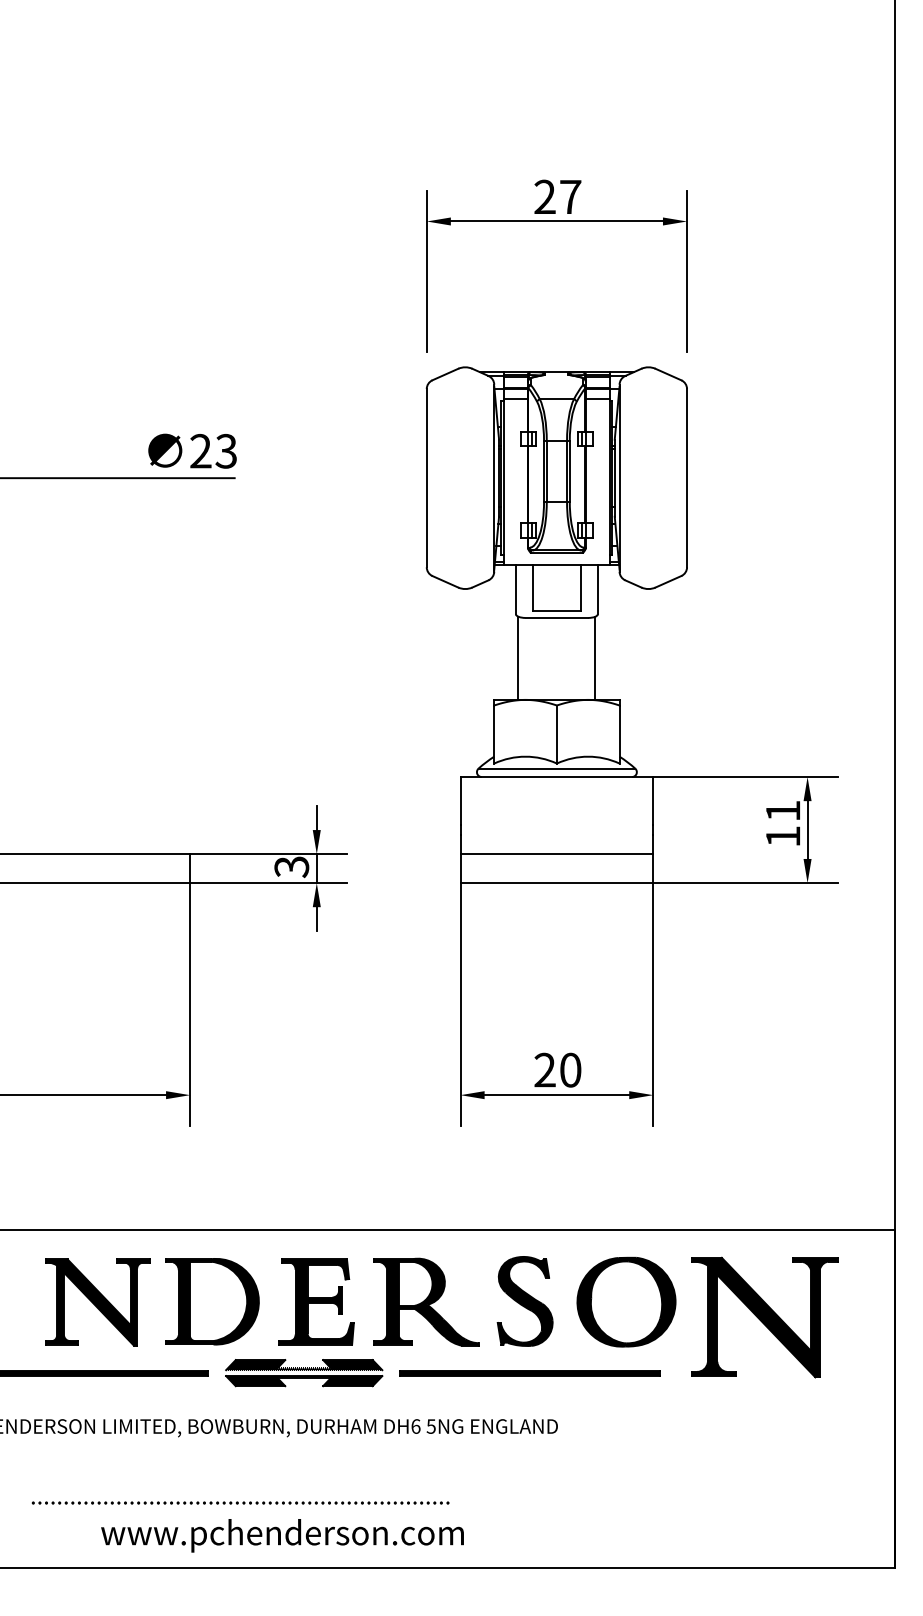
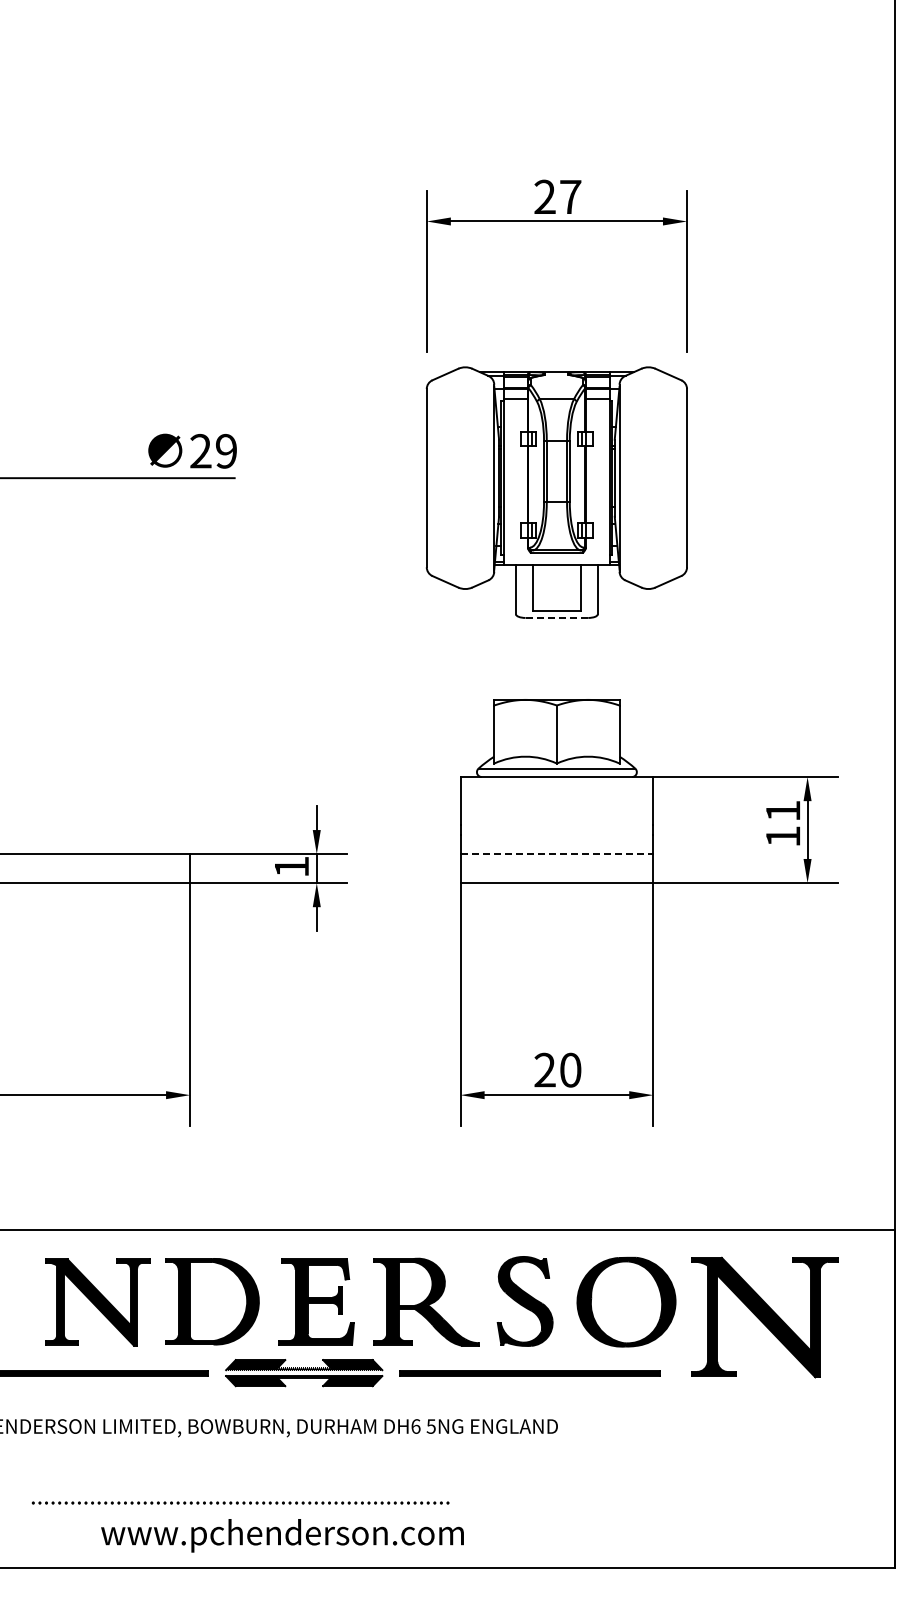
text at (225, 451): 23 -> 29
line at (556, 617): solid -> dashed
line at (518, 657): present -> none
line at (595, 657): present -> none
line at (557, 854): solid -> dashed
text at (291, 867): 3 -> 1
